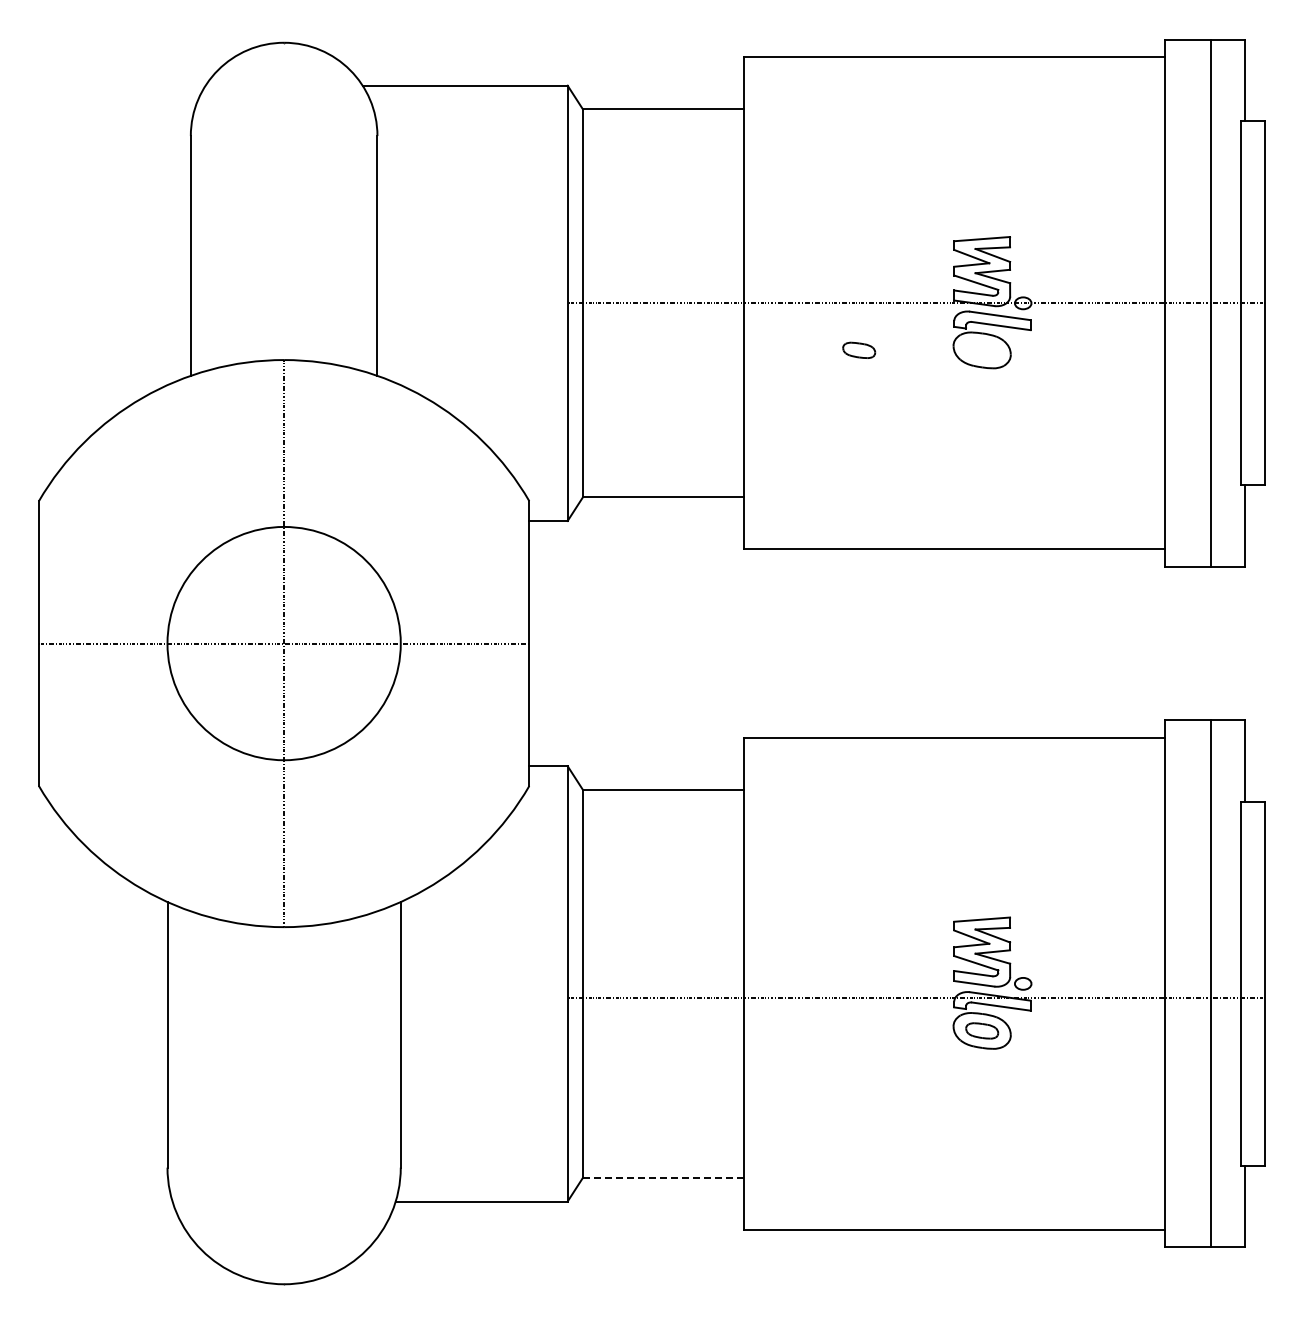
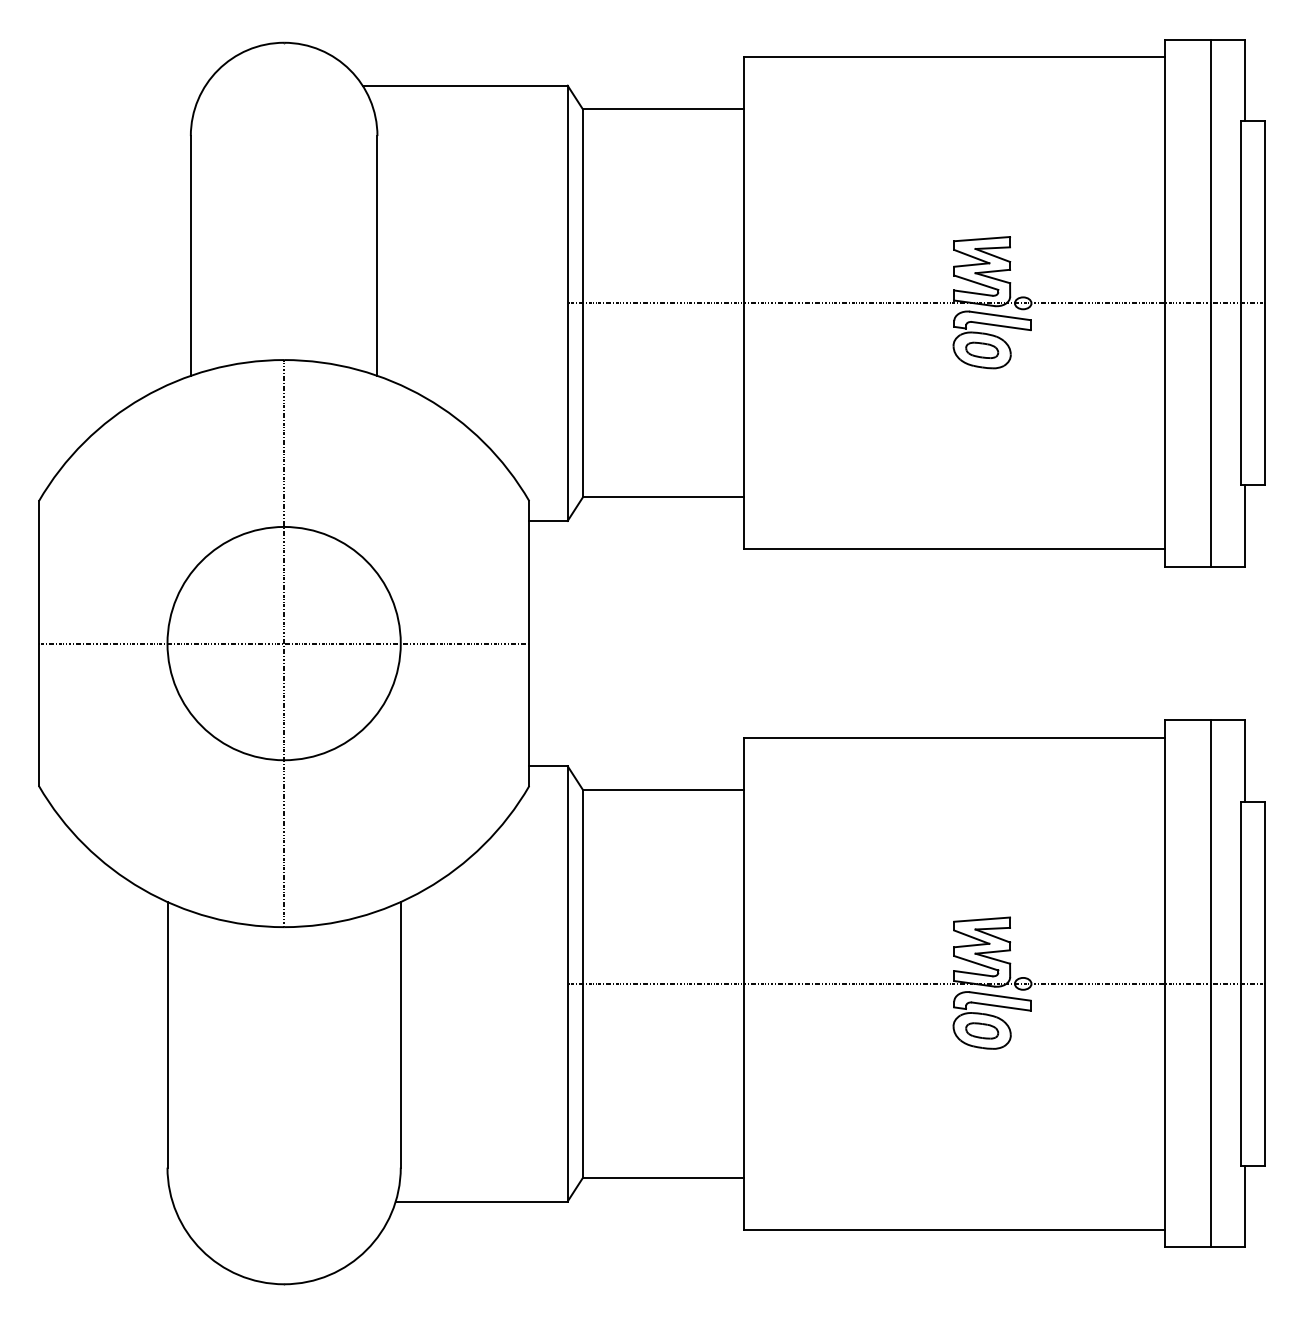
part at (859, 349) position: (859, 349) -> (982, 349)
line at (916, 997) position: (916, 997) -> (916, 983)
line at (663, 1177): dashed -> solid
